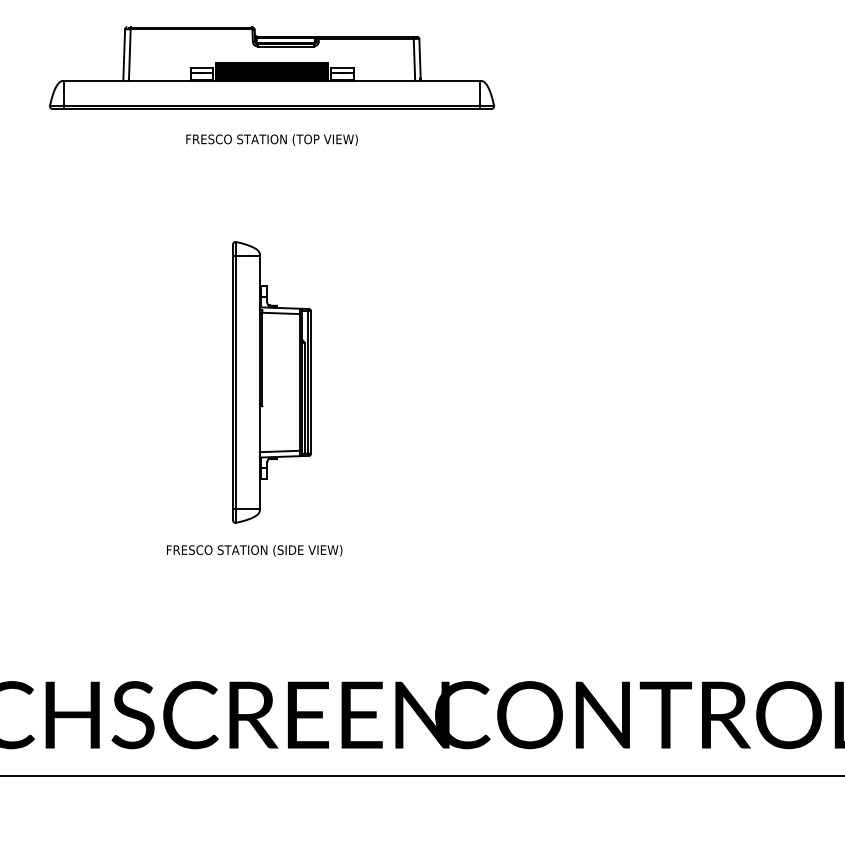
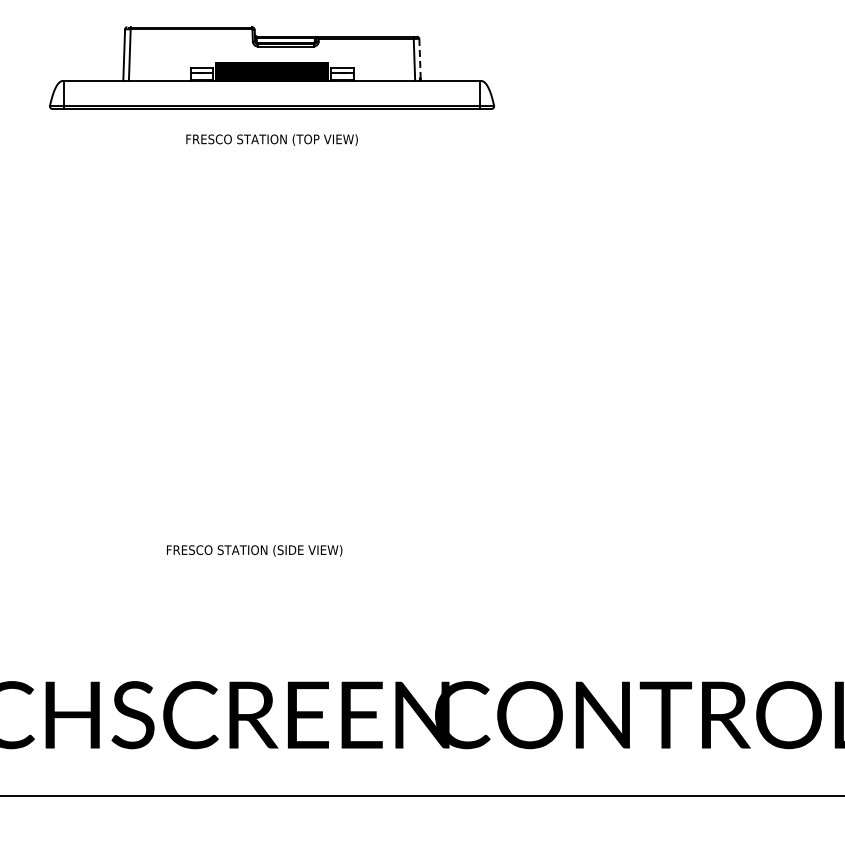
line at (420, 58): solid -> dashed
part at (271, 382): present -> none
line at (421, 775) position: (421, 775) -> (421, 795)
